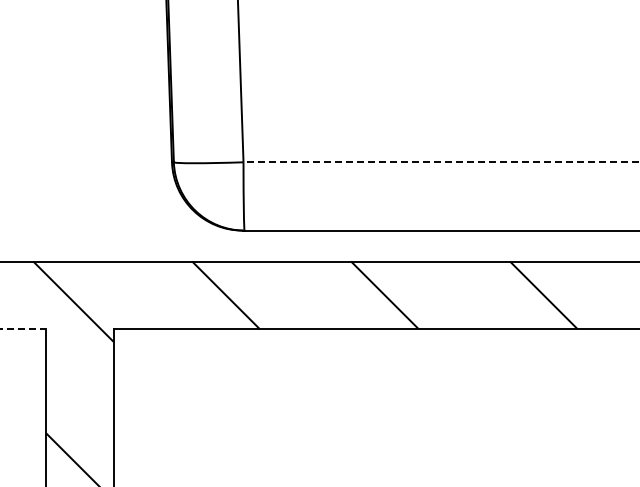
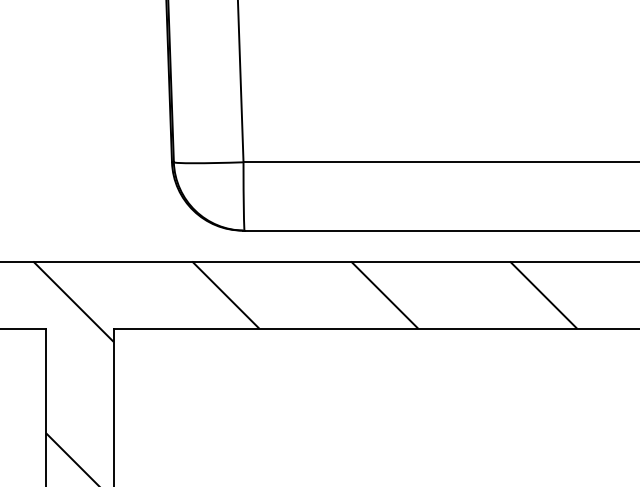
line at (441, 162): dashed -> solid
line at (23, 328): dashed -> solid
